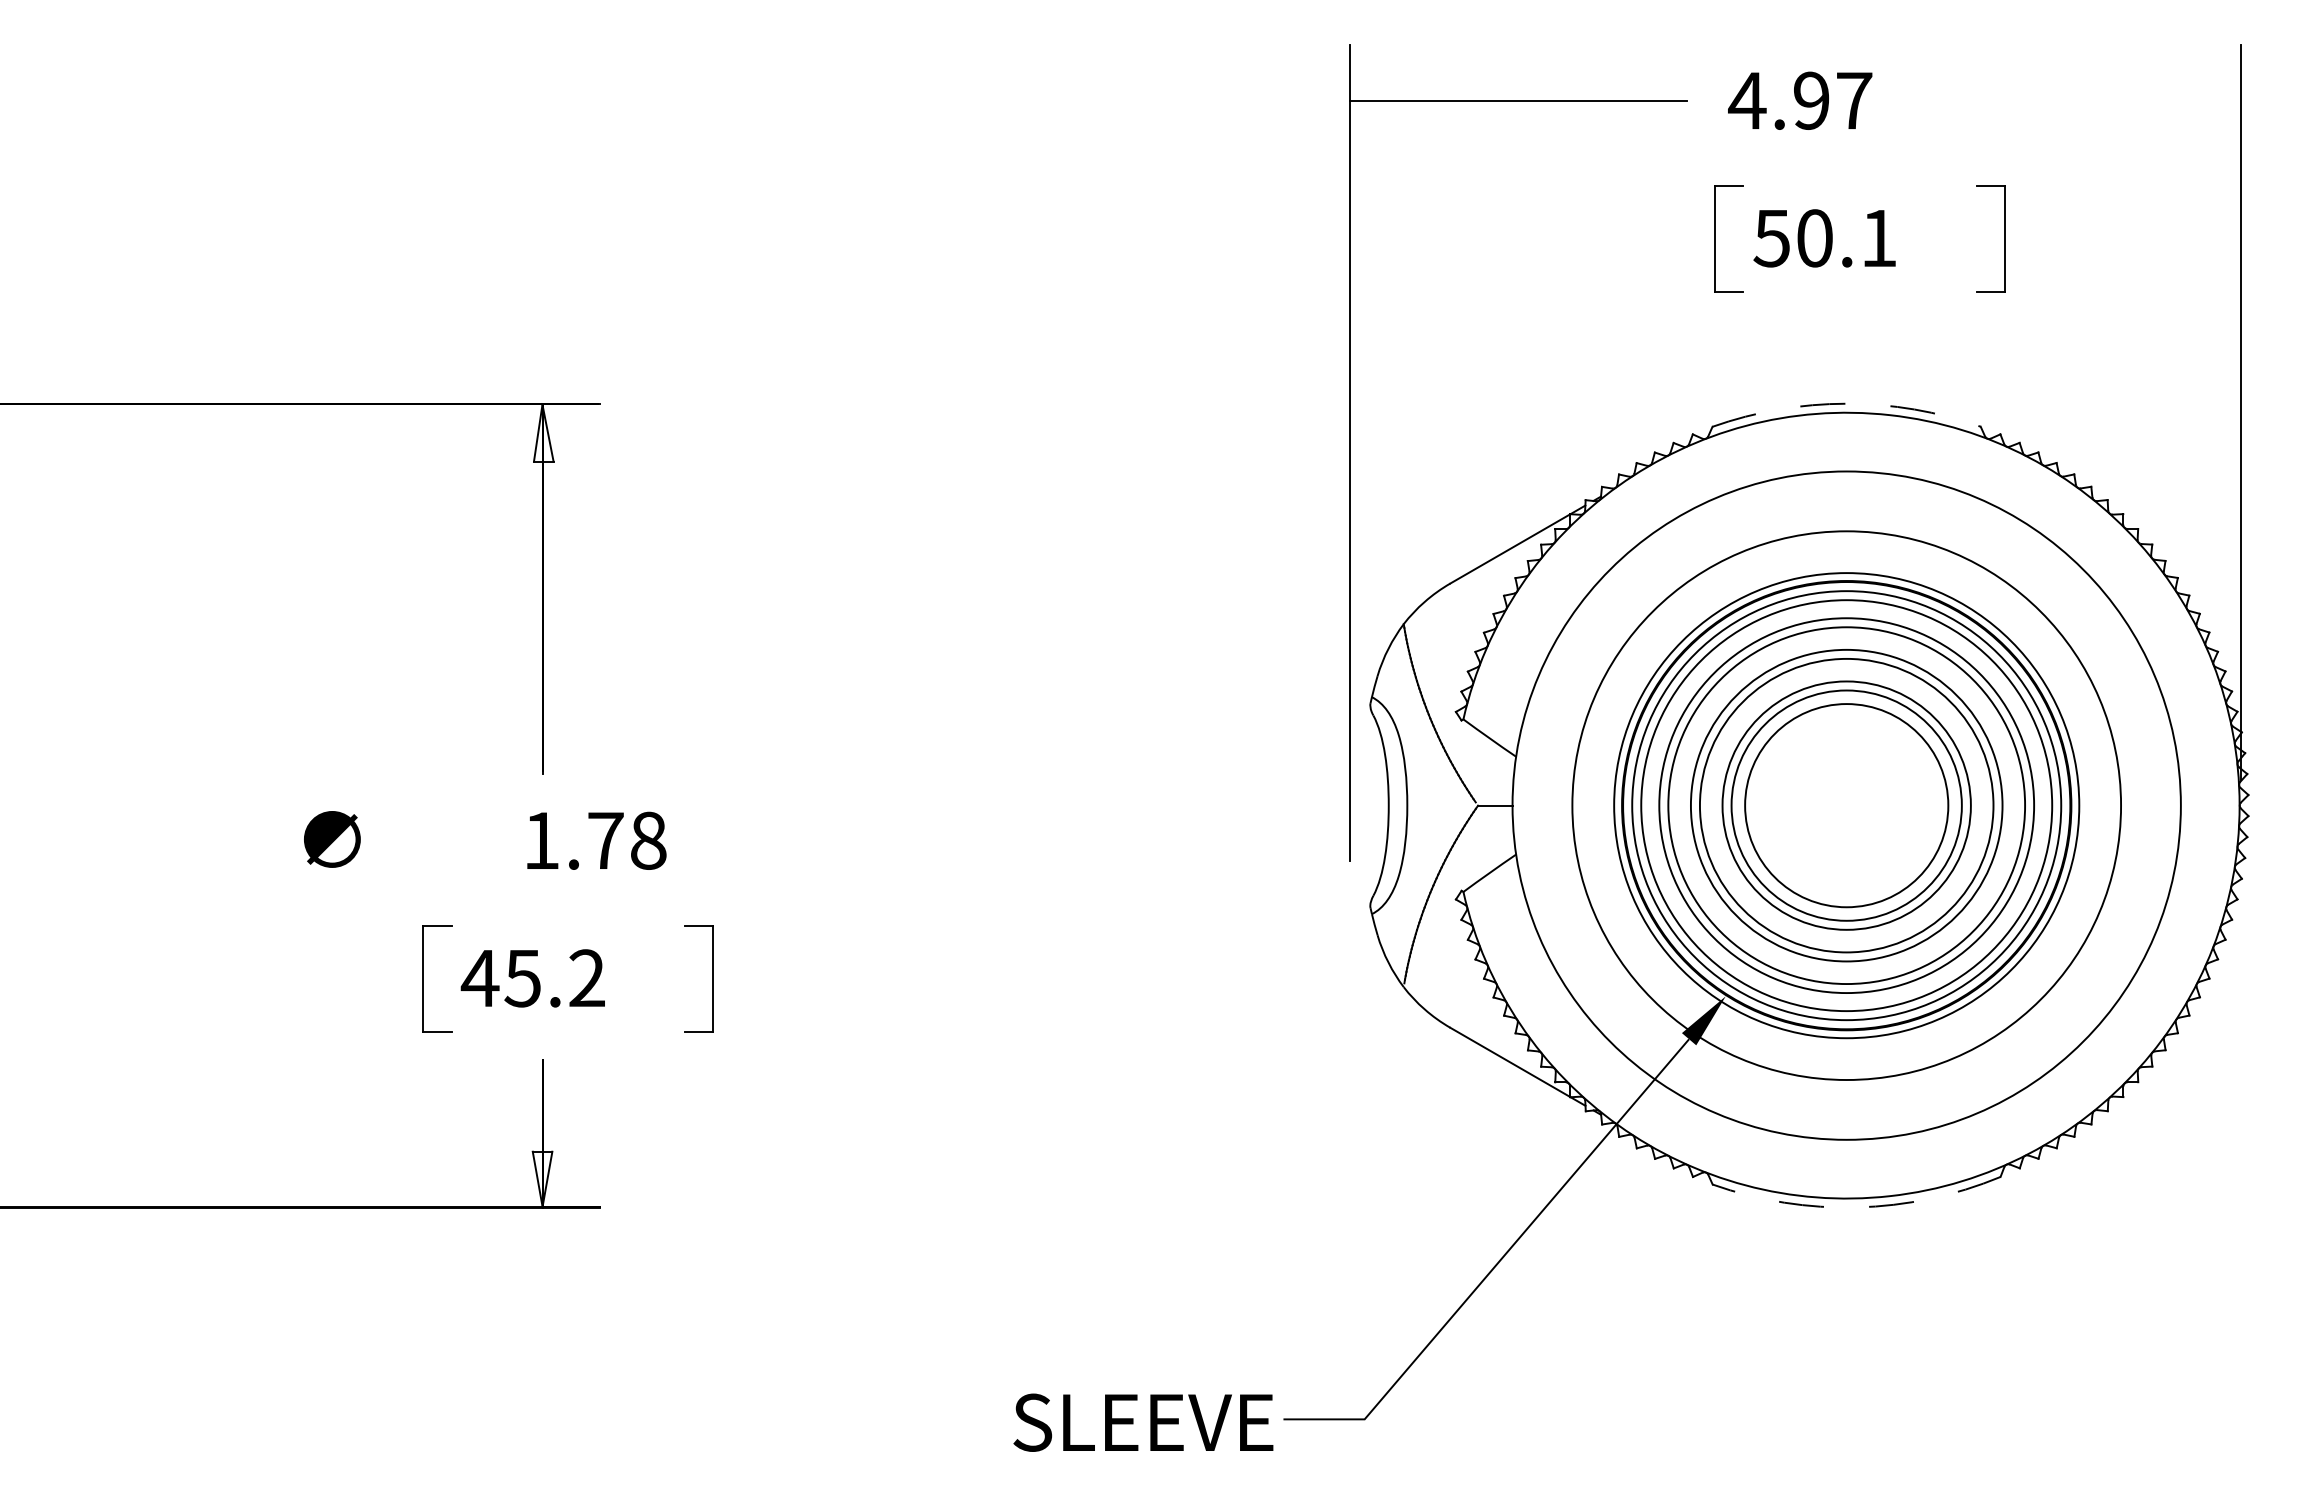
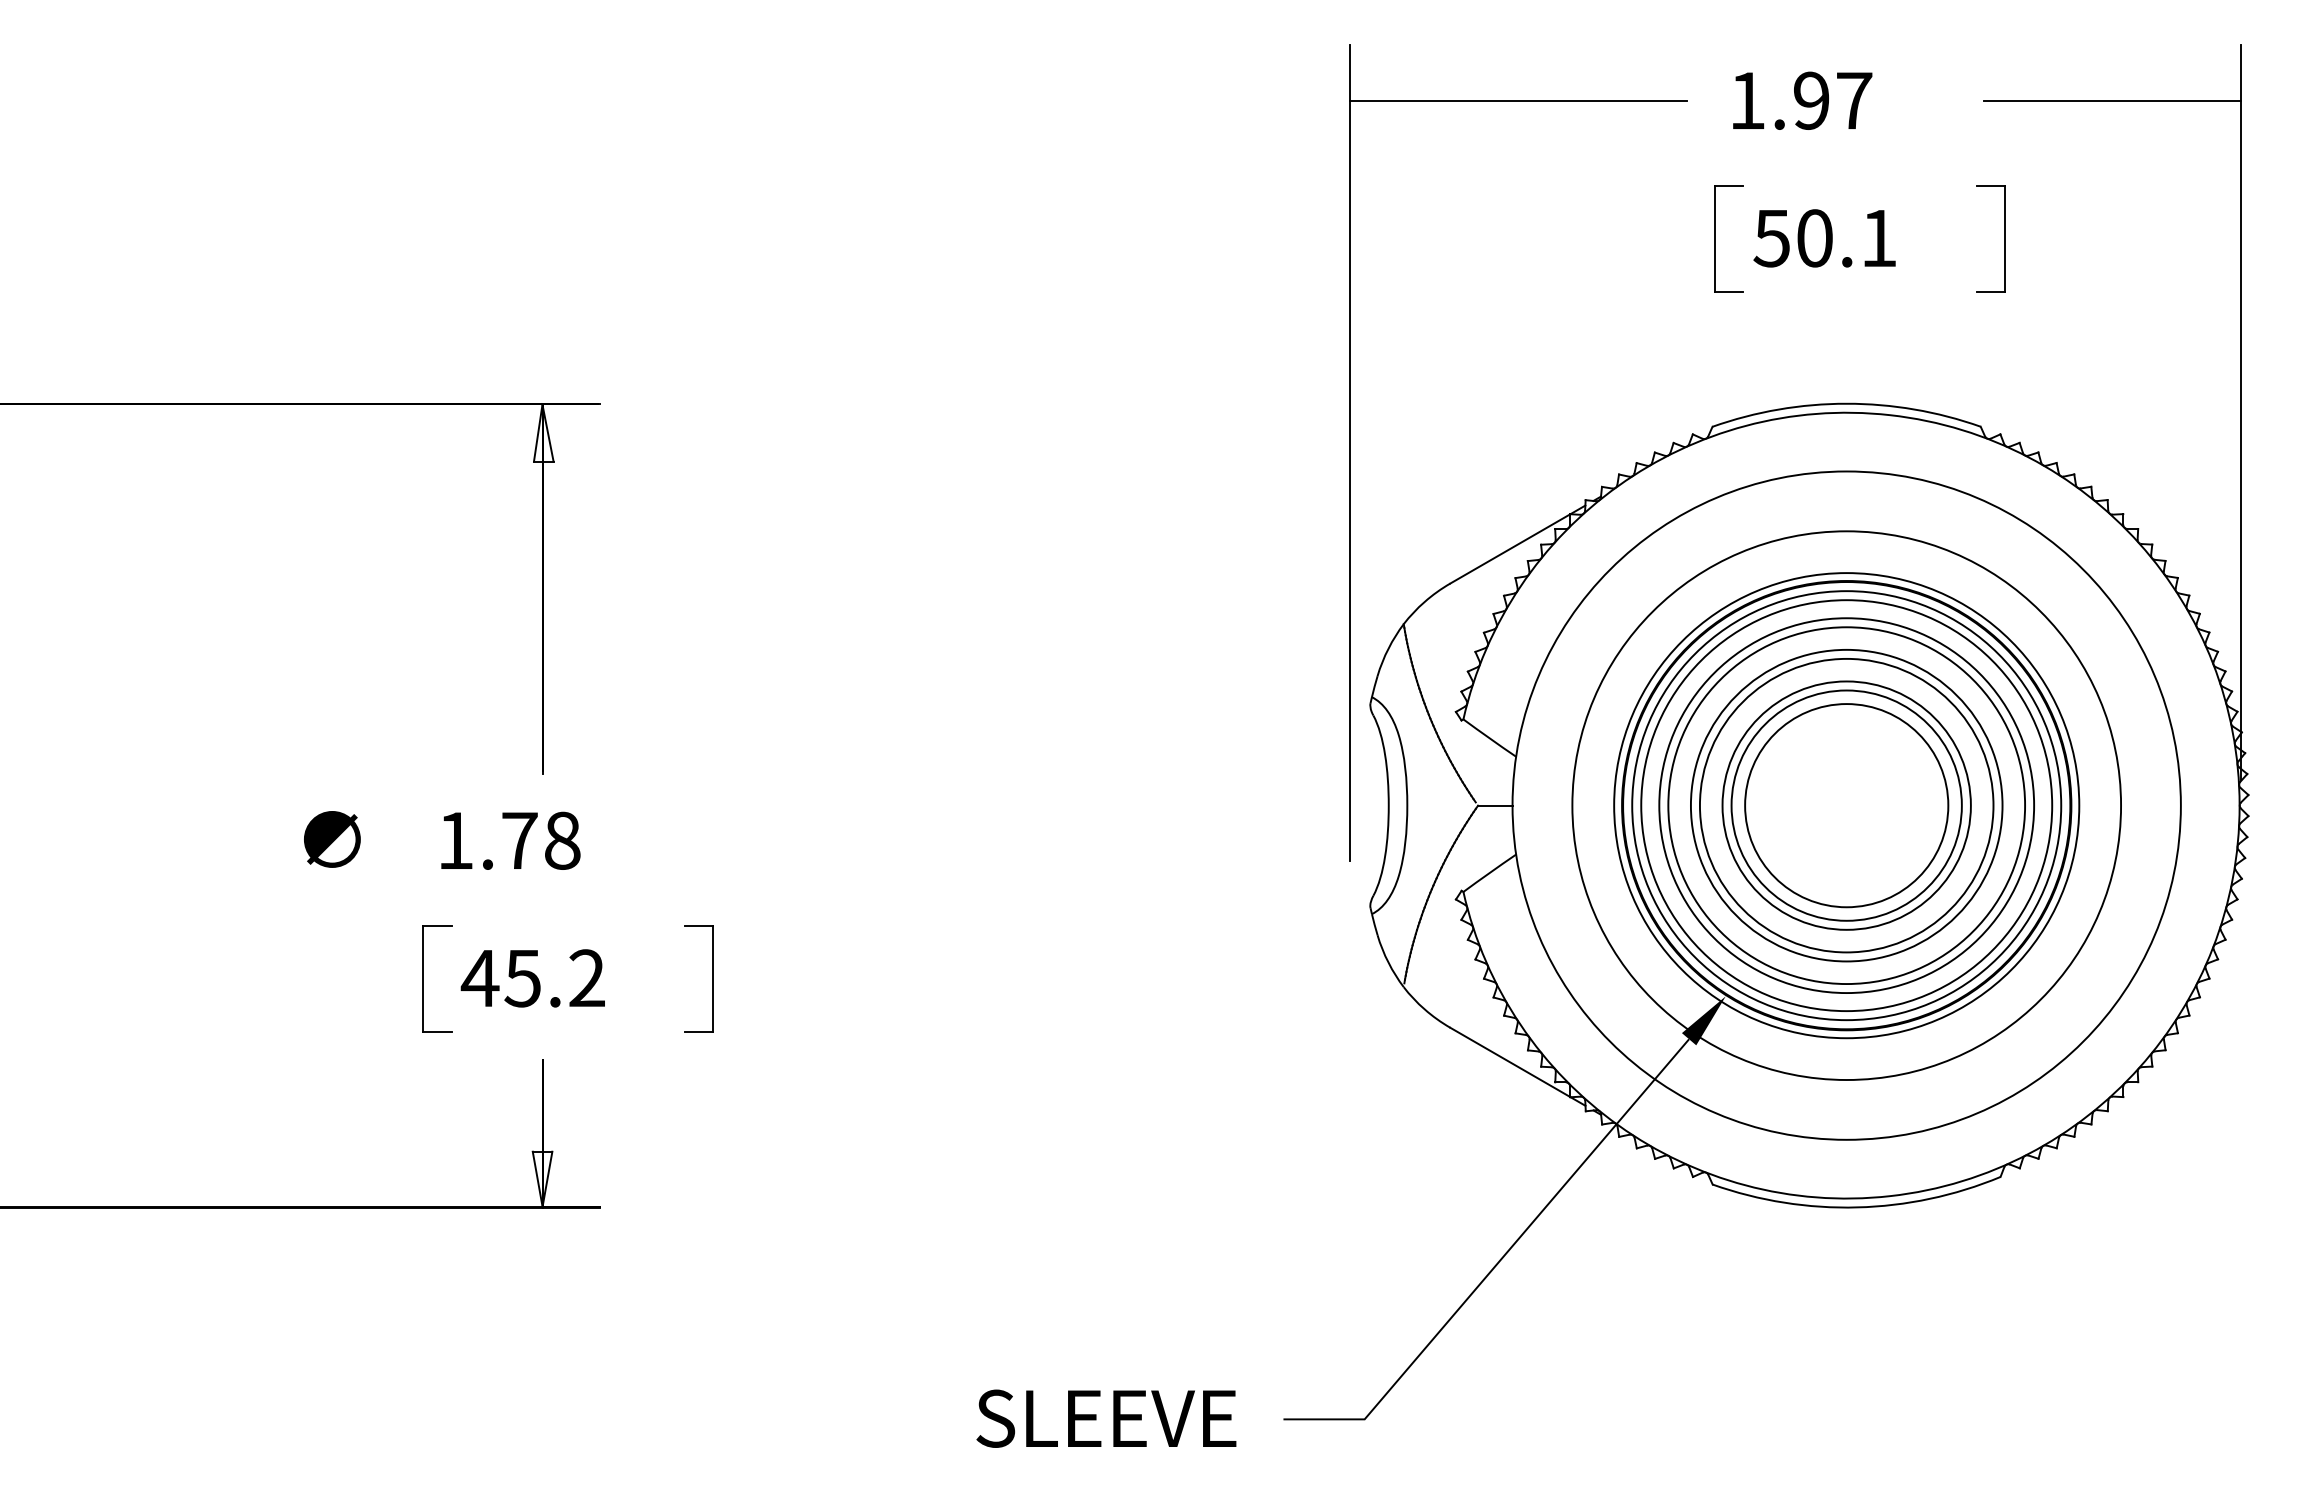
text at (1747, 100): 4.97 -> 1.97
line at (2112, 101): none -> present
arc at (1846, 403): dashed -> solid
text at (596, 840) position: (596, 840) -> (510, 840)
arc at (1857, 1207): dashed -> solid
text at (1143, 1422) position: (1143, 1422) -> (1106, 1418)
